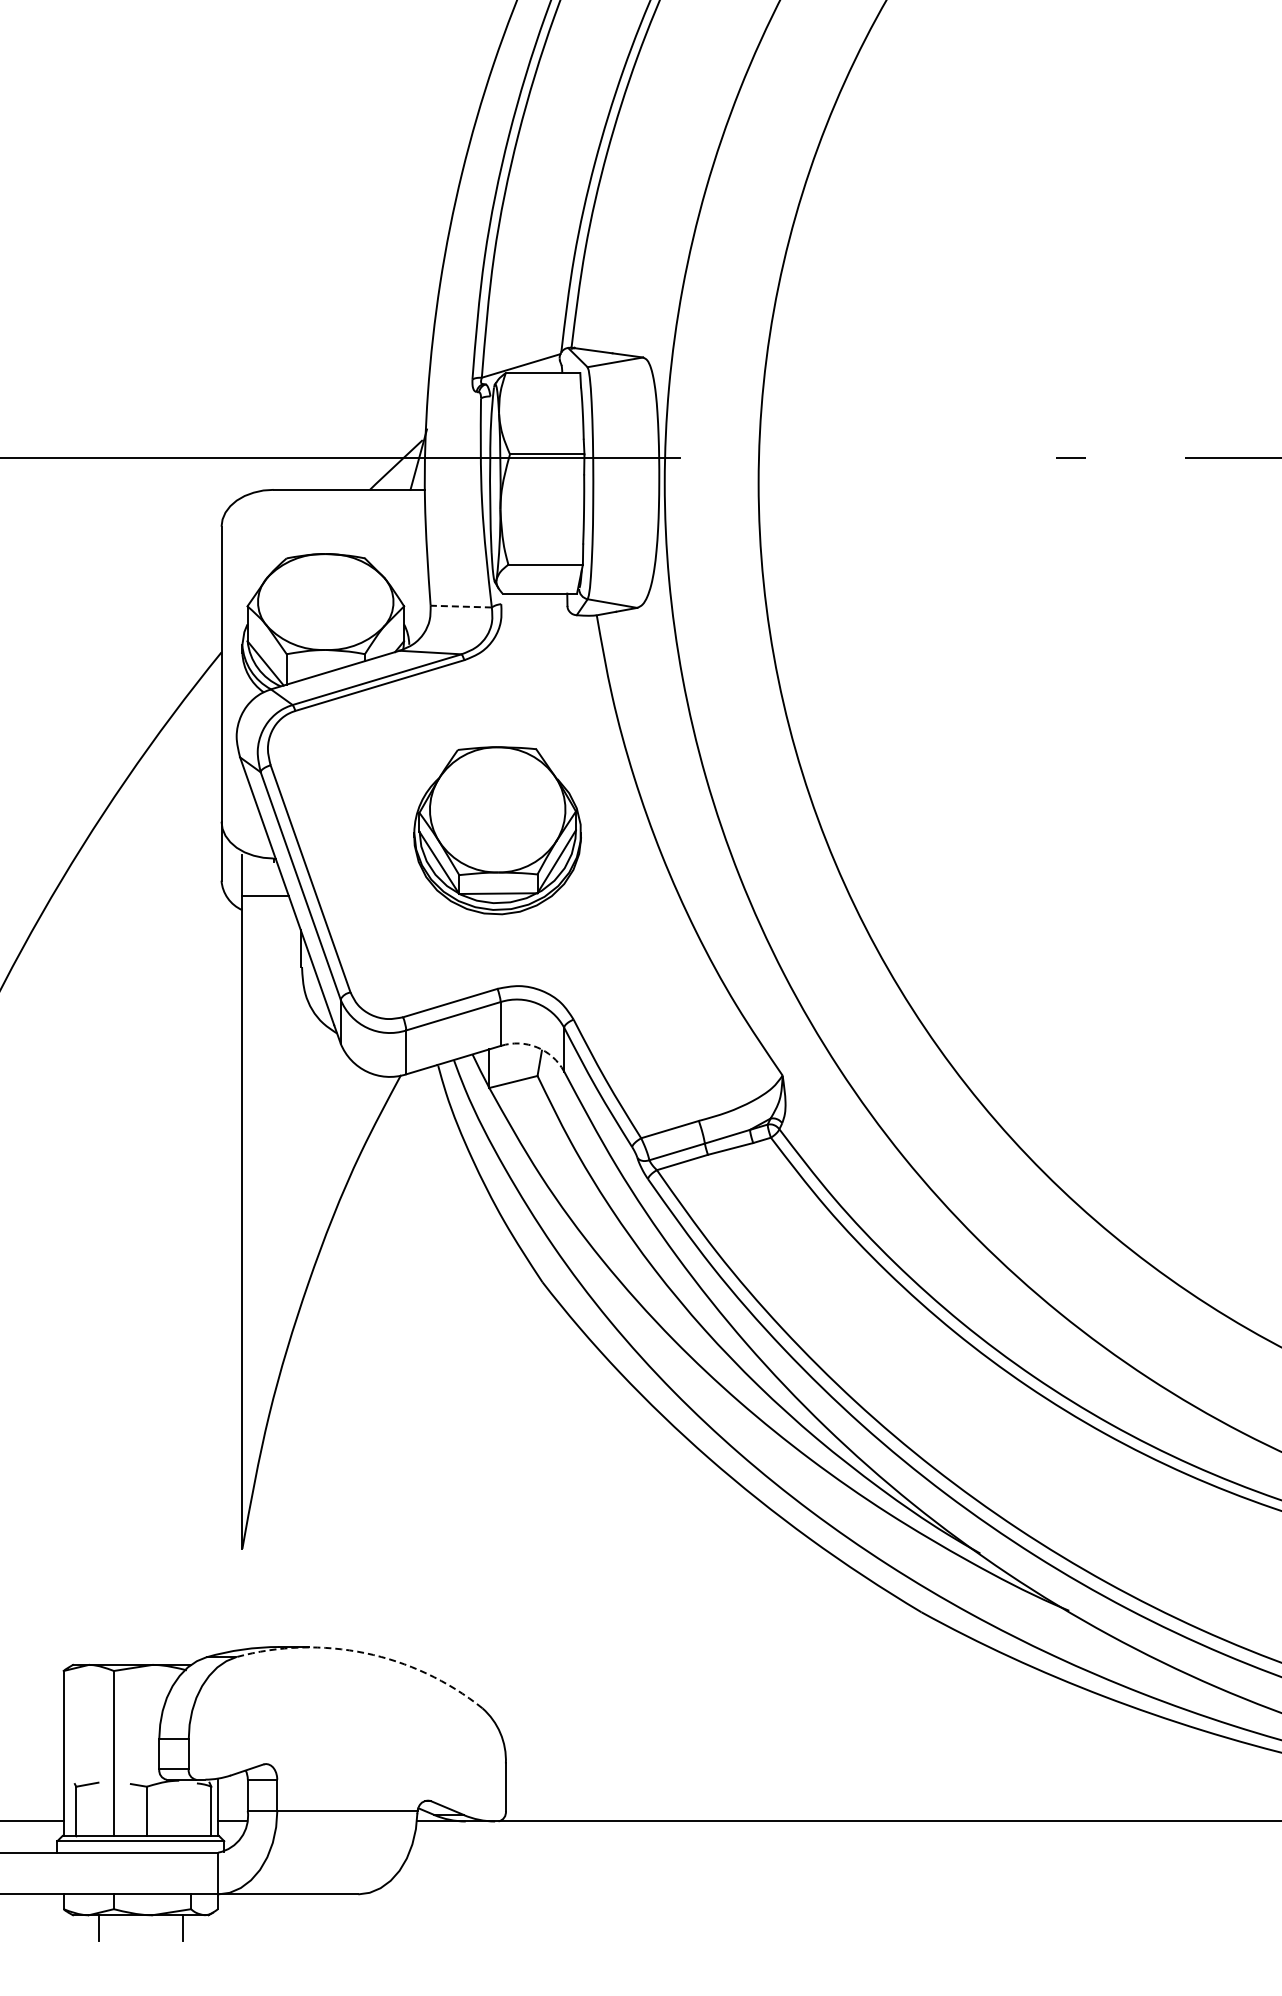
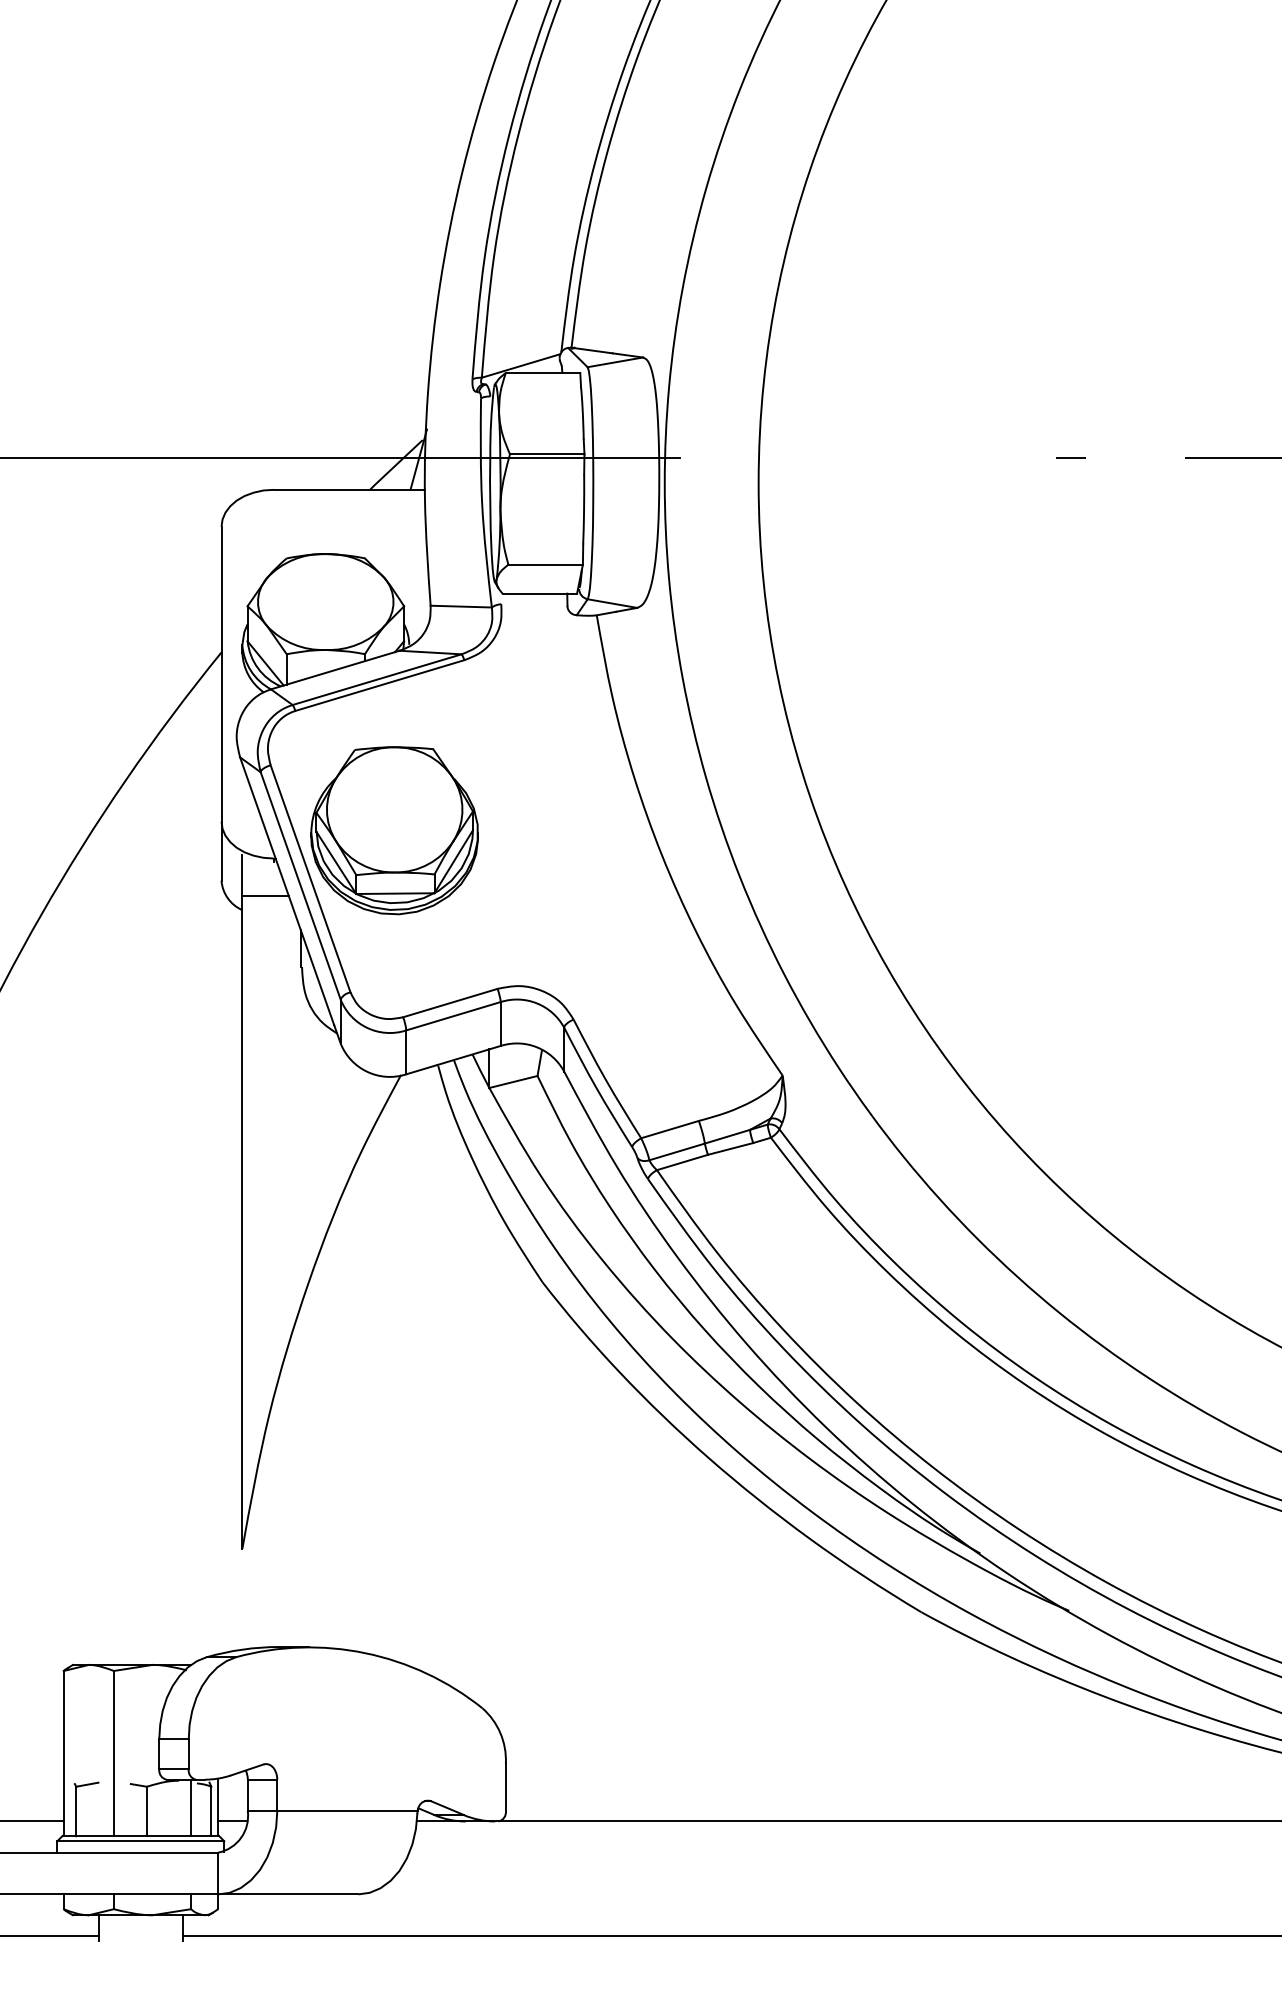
line at (461, 606): dashed -> solid
part at (497, 830) position: (497, 830) -> (394, 830)
arc at (537, 1047): dashed -> solid
arc at (365, 1653): dashed -> solid
line at (191, 1807): none -> present
line at (50, 1936): none -> present
line at (730, 1936): none -> present
